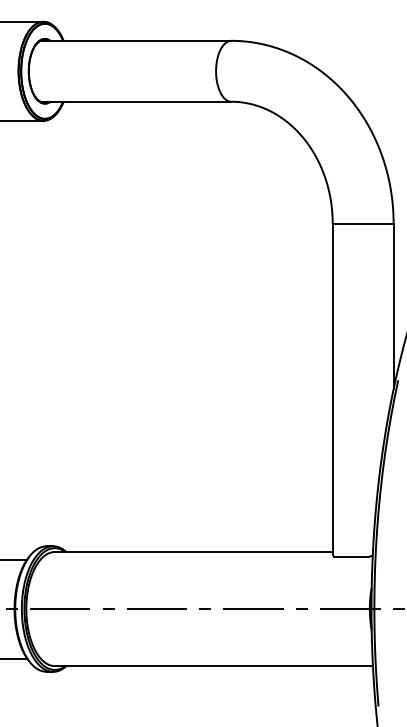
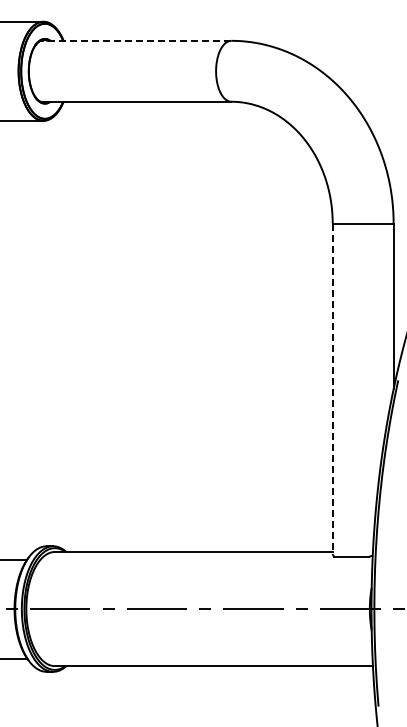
line at (135, 40): solid -> dashed
line at (332, 389): solid -> dashed
